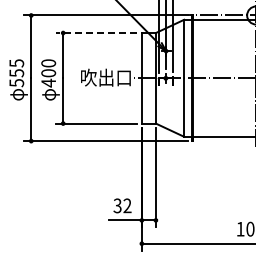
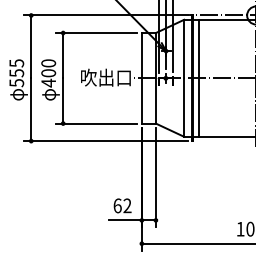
line at (96, 33): dashed -> solid
line at (198, 77): none -> present
text at (117, 205): 32 -> 62
